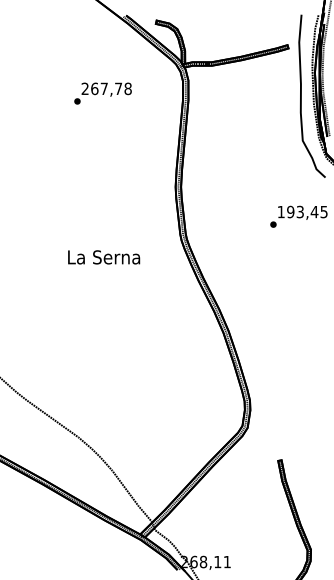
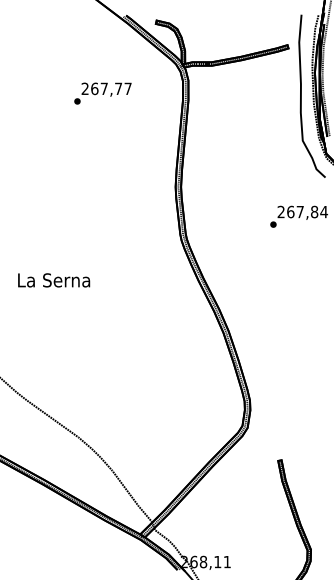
text at (127, 88): 267,78 -> 267,77
text at (302, 211): 193,45 -> 267,84
text at (104, 257) position: (104, 257) -> (54, 280)
